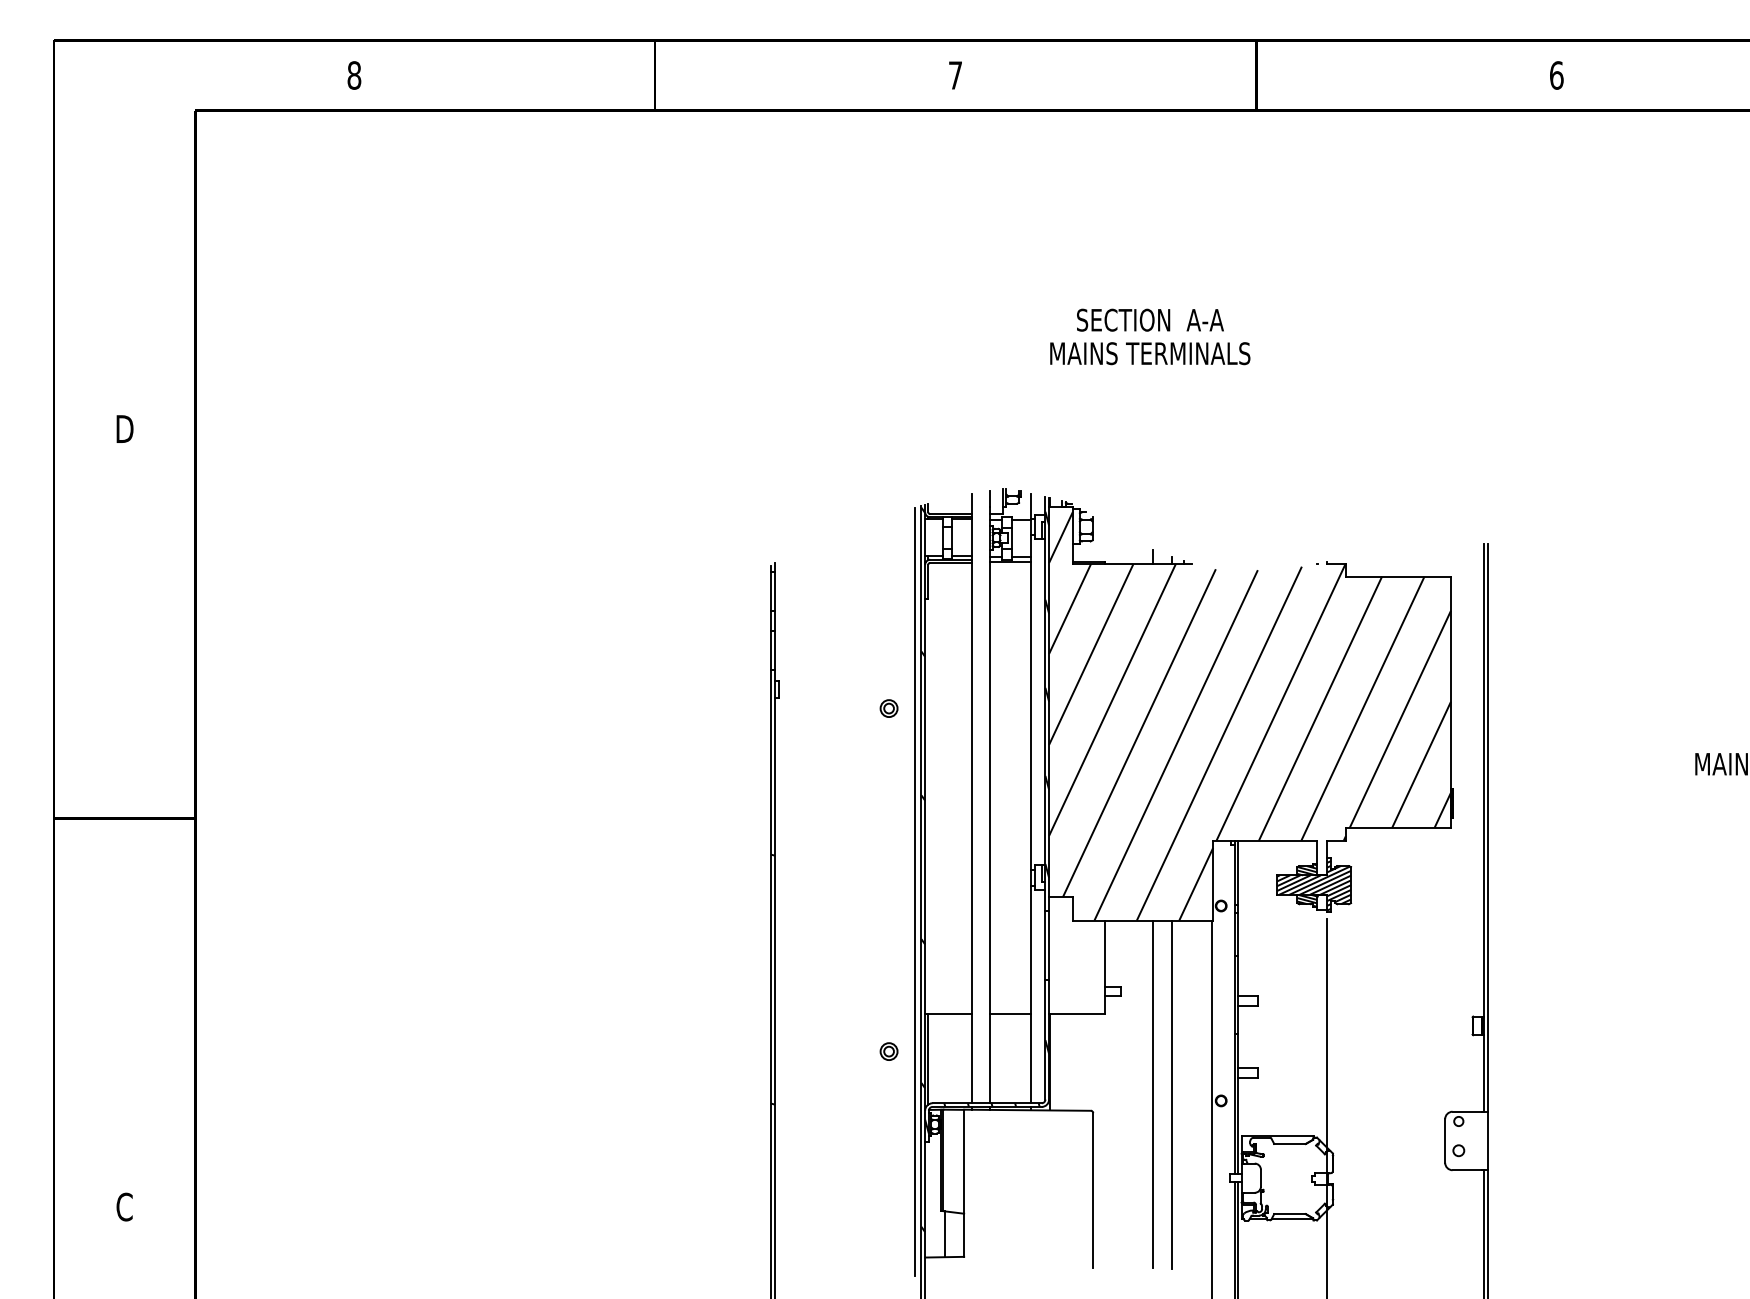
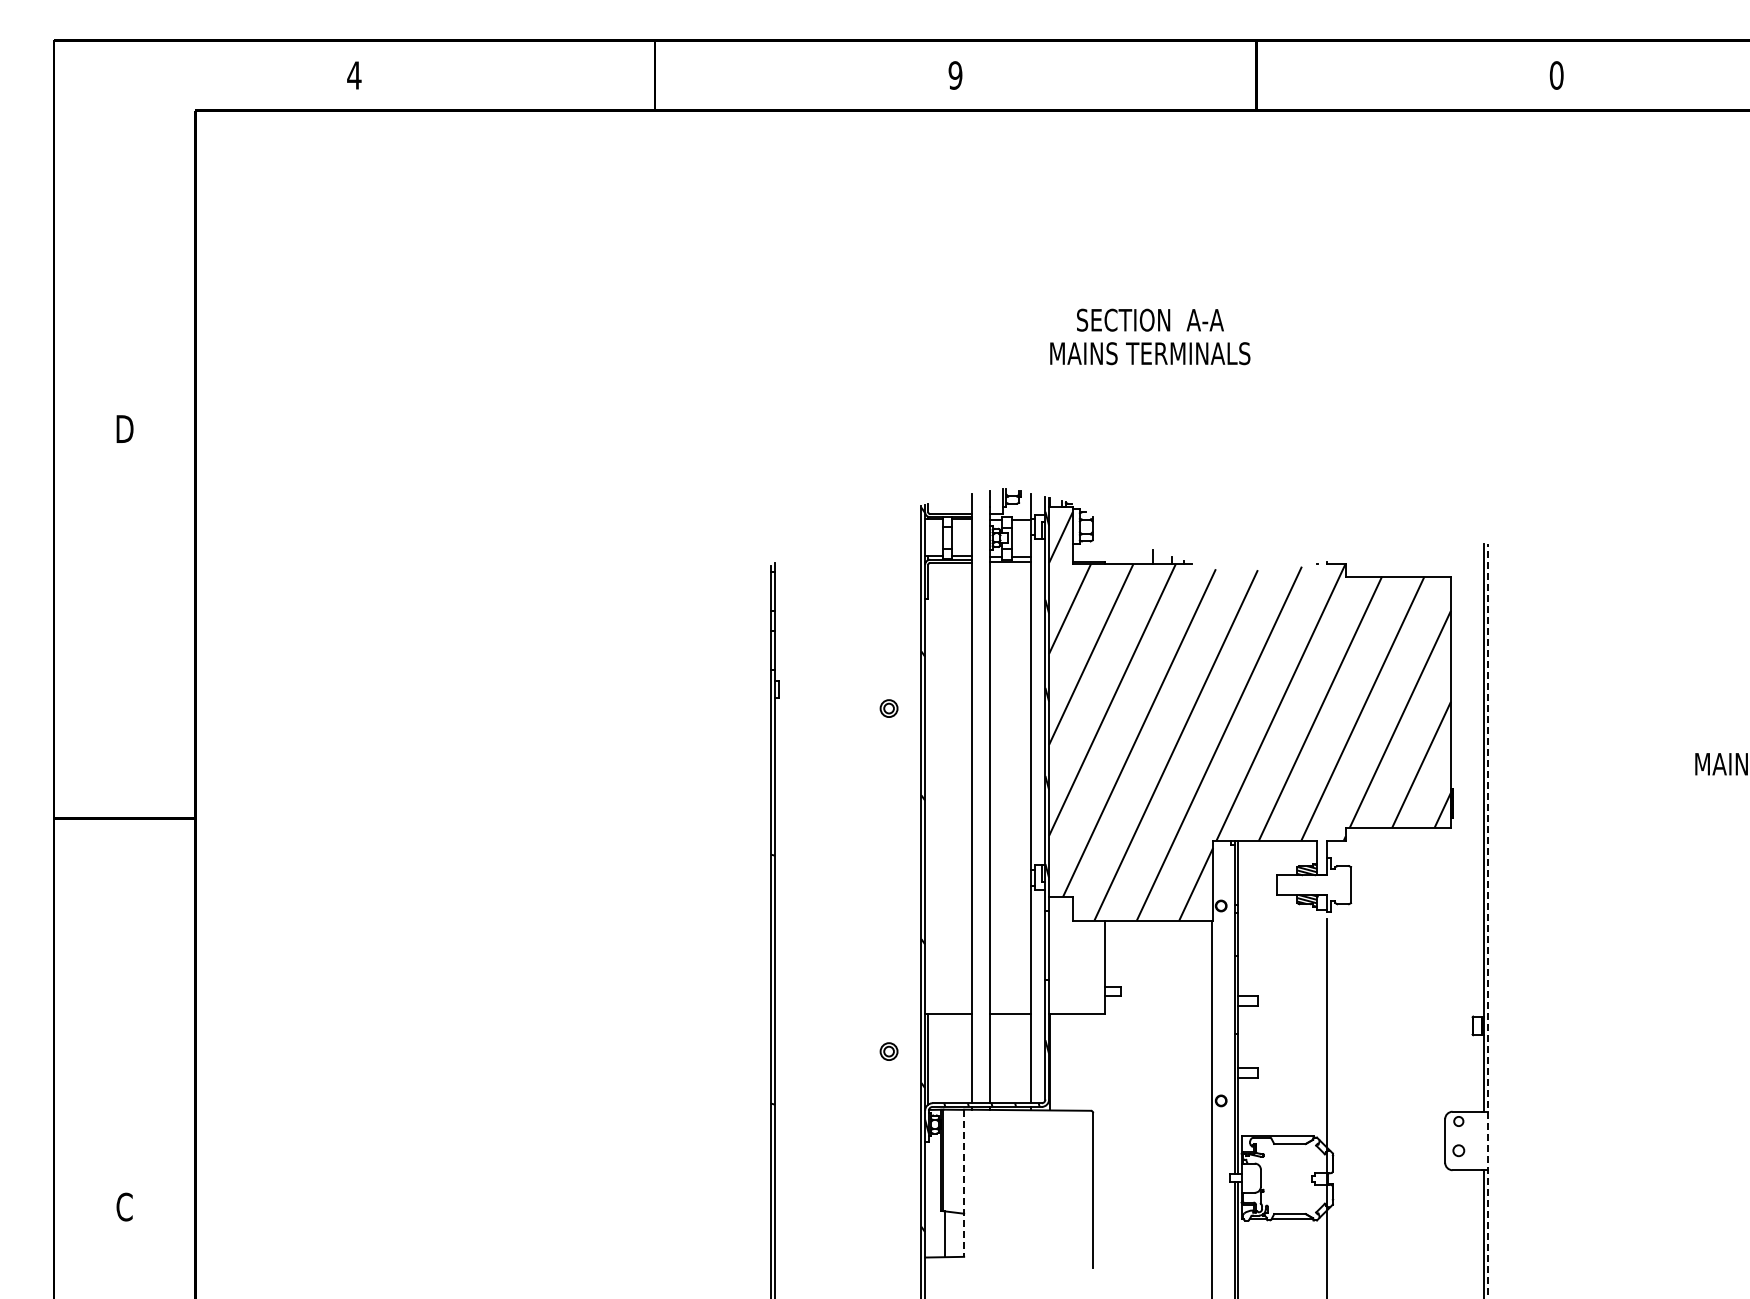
text at (354, 75): 8 -> 4
text at (955, 75): 7 -> 9
text at (1556, 75): 6 -> 0
hatch at (1313, 883): present -> none
line at (915, 891): present -> none
line at (1488, 920): solid -> dashed
line at (1153, 1094): present -> none
line at (1171, 1094): present -> none
line at (964, 1183): solid -> dashed
